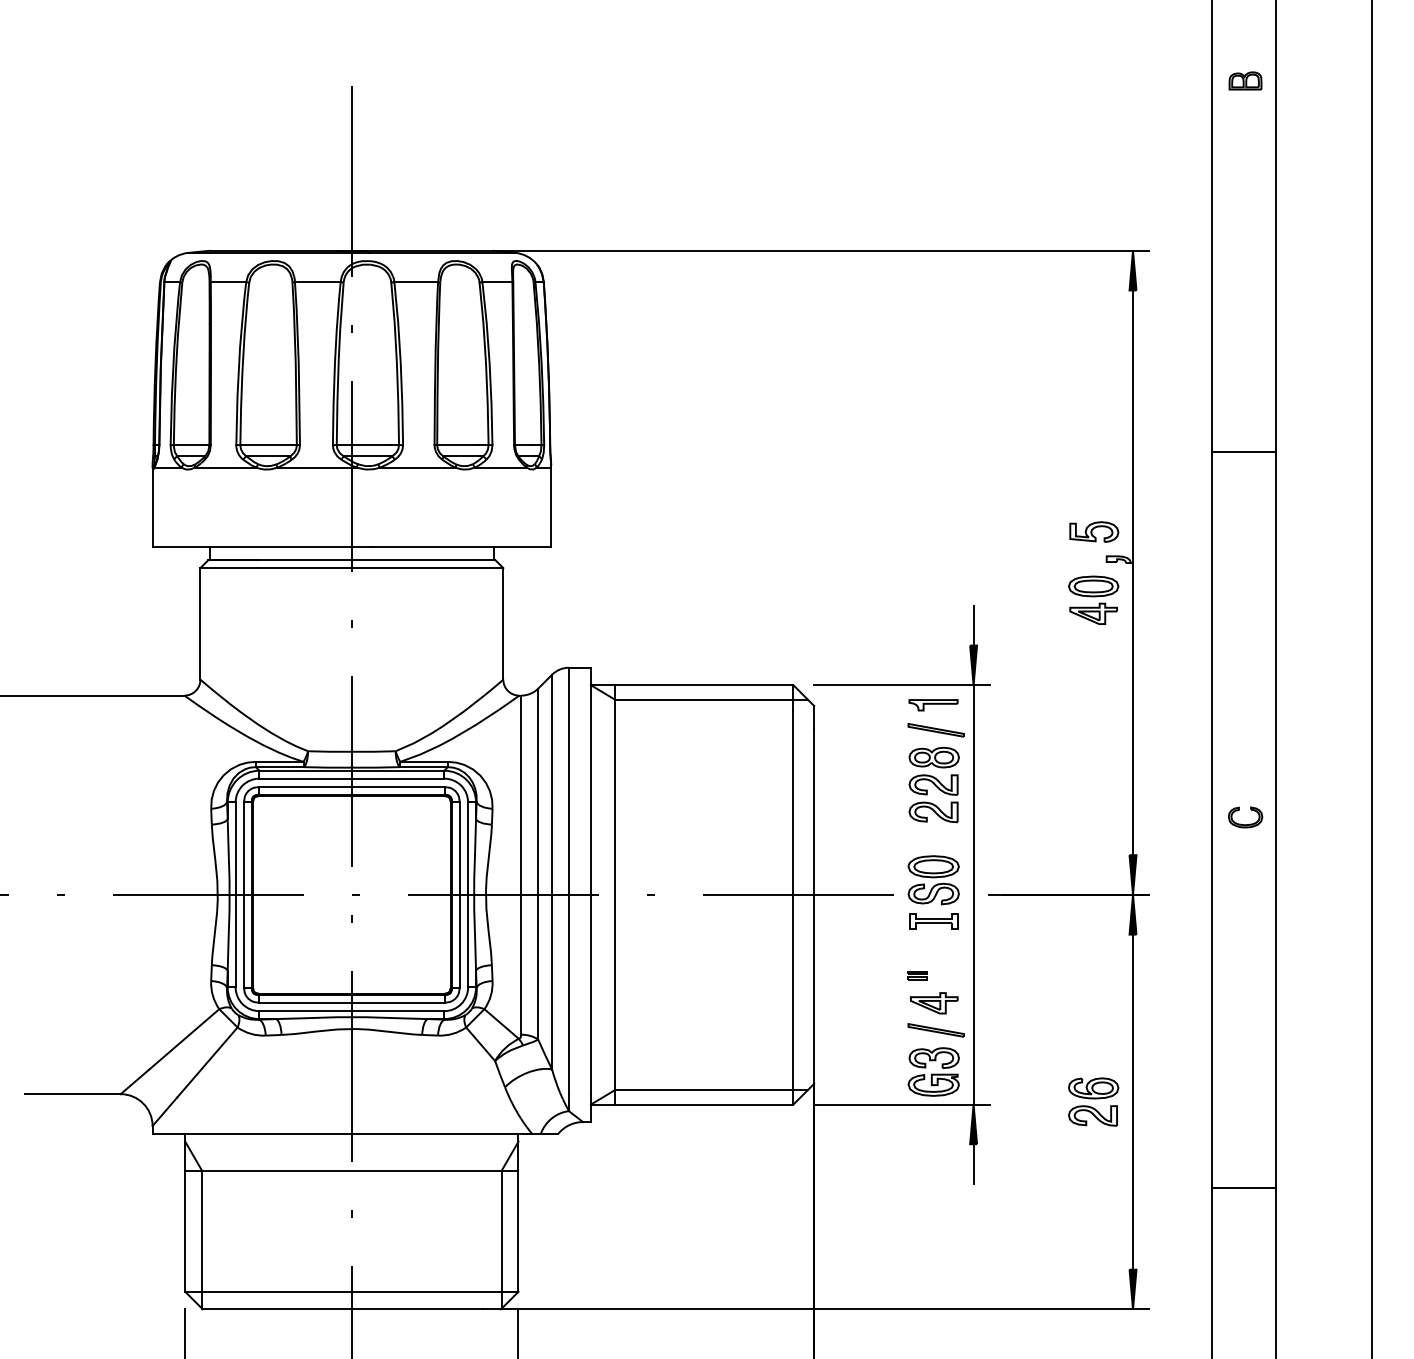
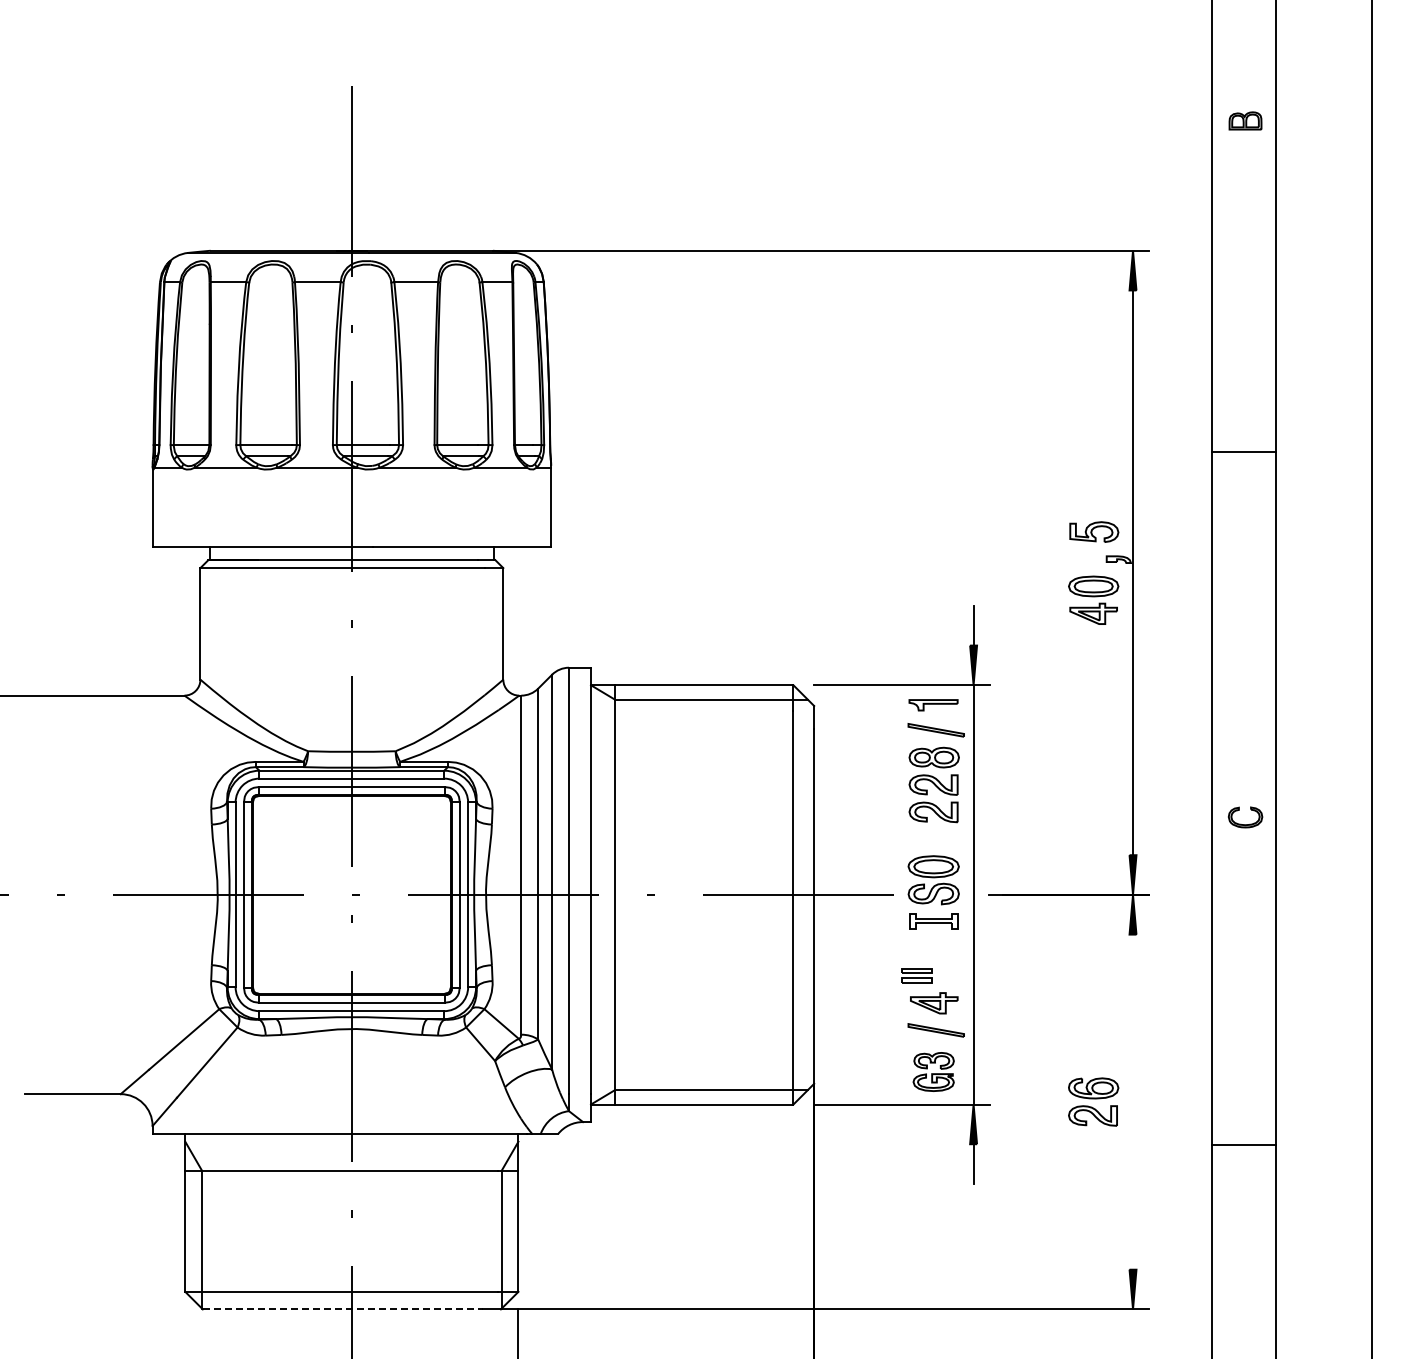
part at (1245, 80) position: (1245, 80) -> (1245, 120)
part at (917, 975) size: 21x10 px -> 32x16 px
part at (933, 1071) size: 53x50 px -> 43x40 px
line at (1133, 1101): present -> none
line at (1243, 1188) position: (1243, 1188) -> (1243, 1145)
line at (342, 1309): solid -> dashed
line at (185, 1332): present -> none
